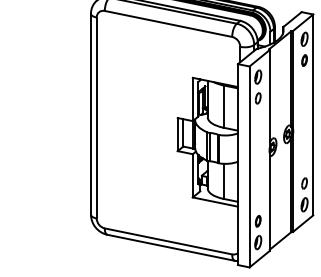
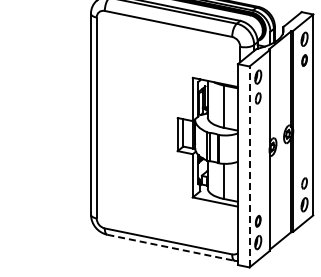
line at (249, 166): solid -> dashed
line at (171, 247): solid -> dashed
